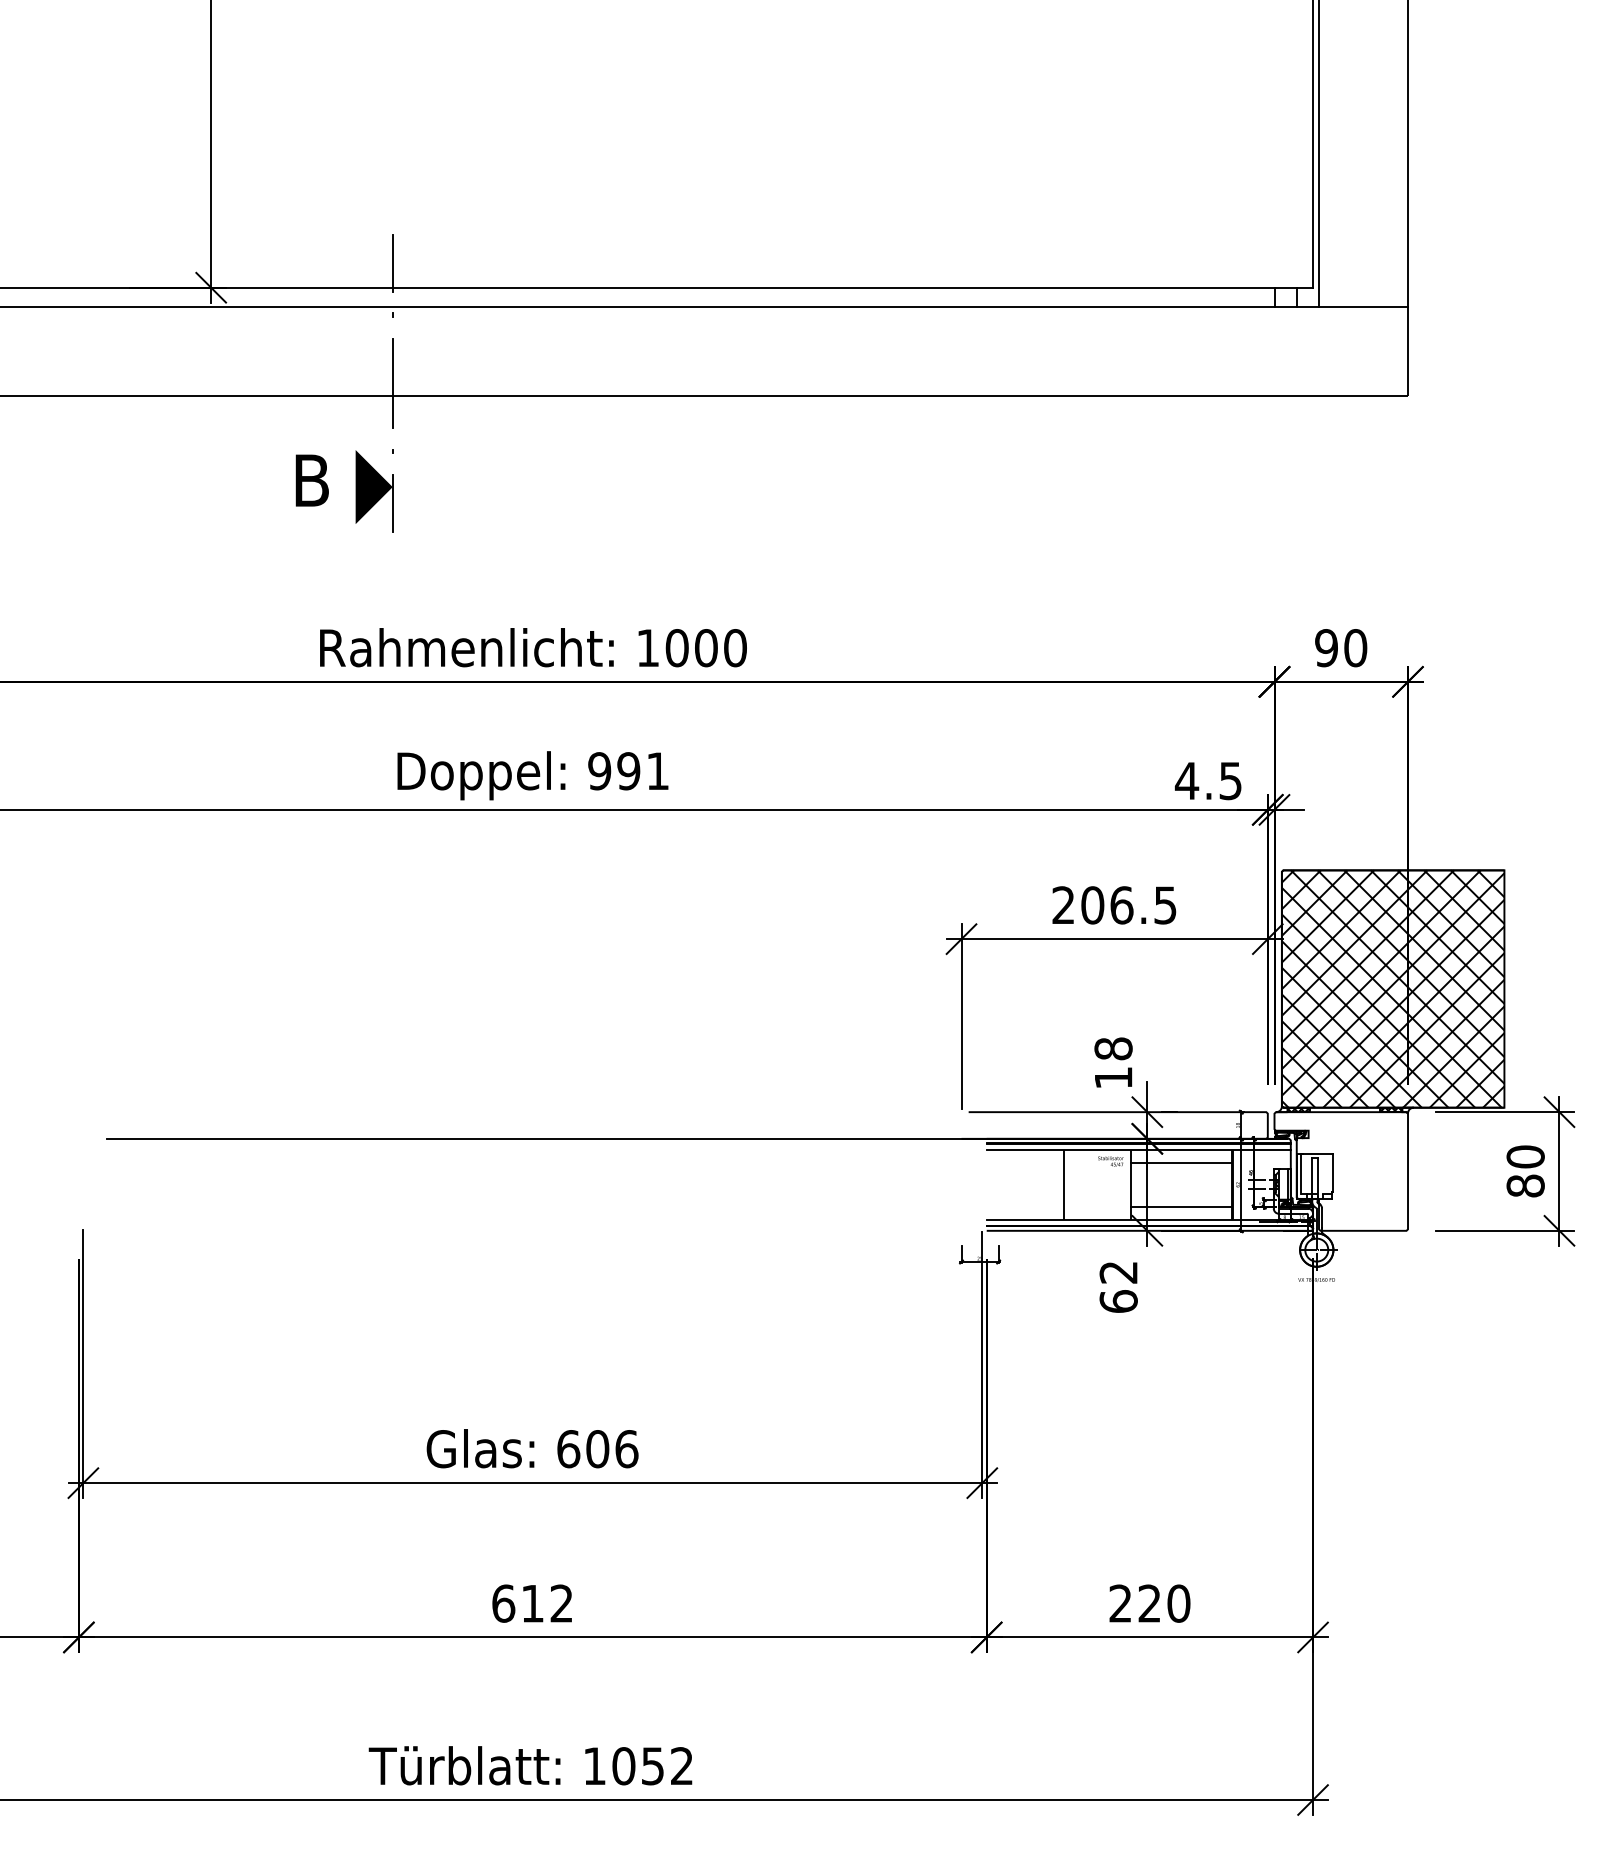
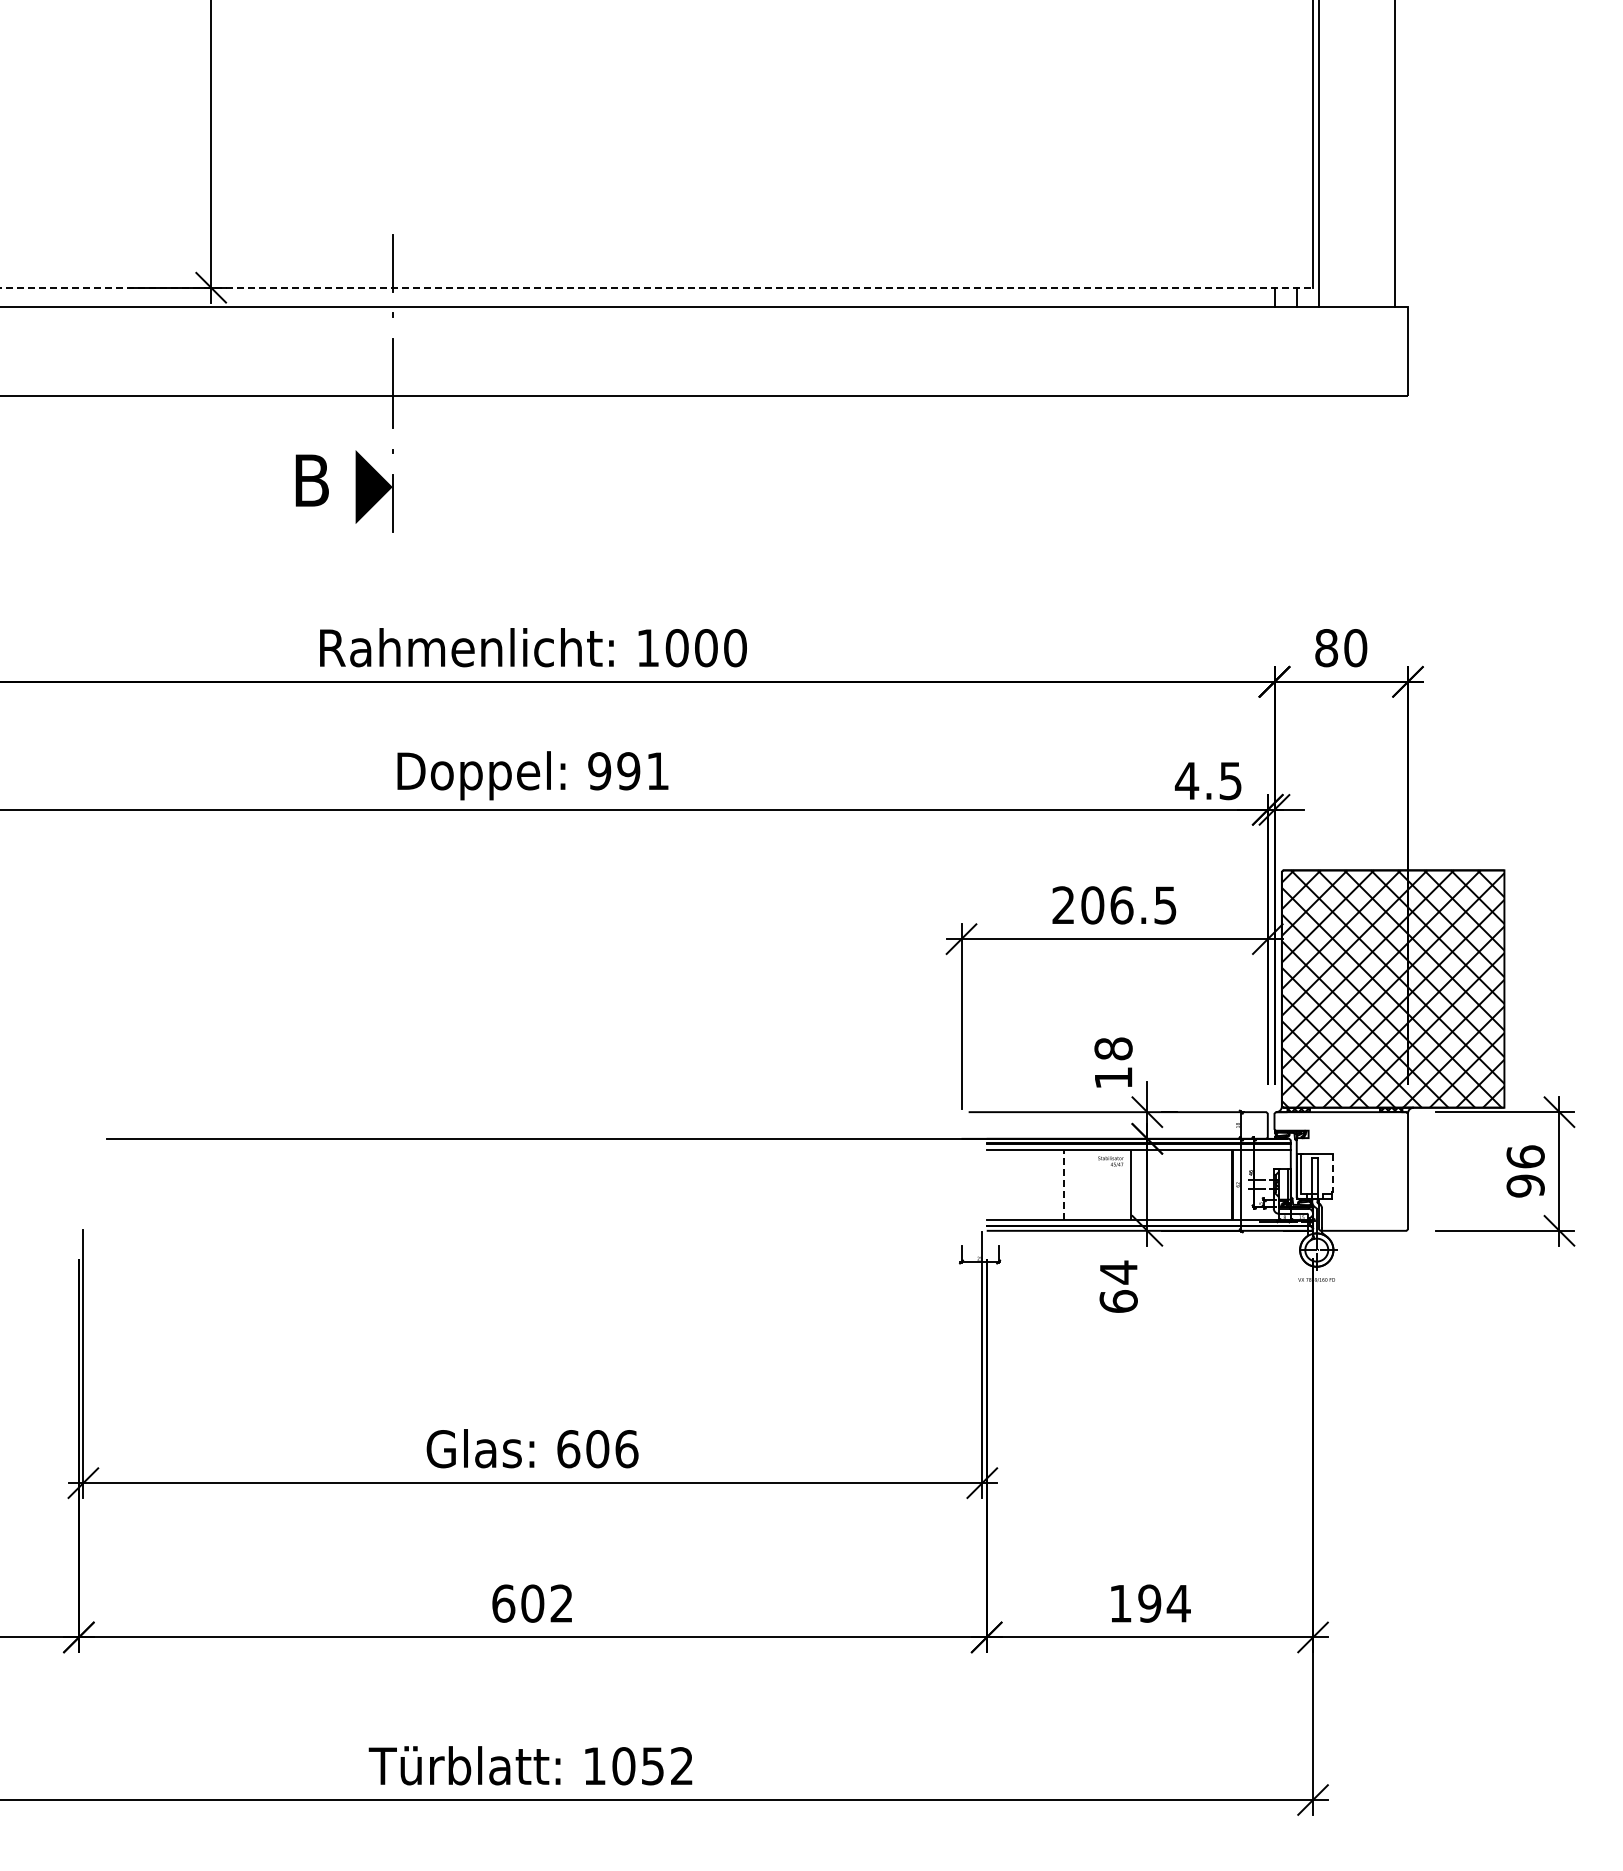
line at (1408, 154) position: (1408, 154) -> (1395, 154)
line at (657, 287): solid -> dashed
text at (1326, 648): 90 -> 80
line at (1181, 1162): present -> none
text at (1525, 1171): 80 -> 96
line at (1333, 1172): solid -> dashed
line at (1063, 1184): solid -> dashed
line at (1181, 1207): present -> none
text at (1118, 1272): 62 -> 64
text at (532, 1603): 612 -> 602
text at (1149, 1603): 220 -> 194
